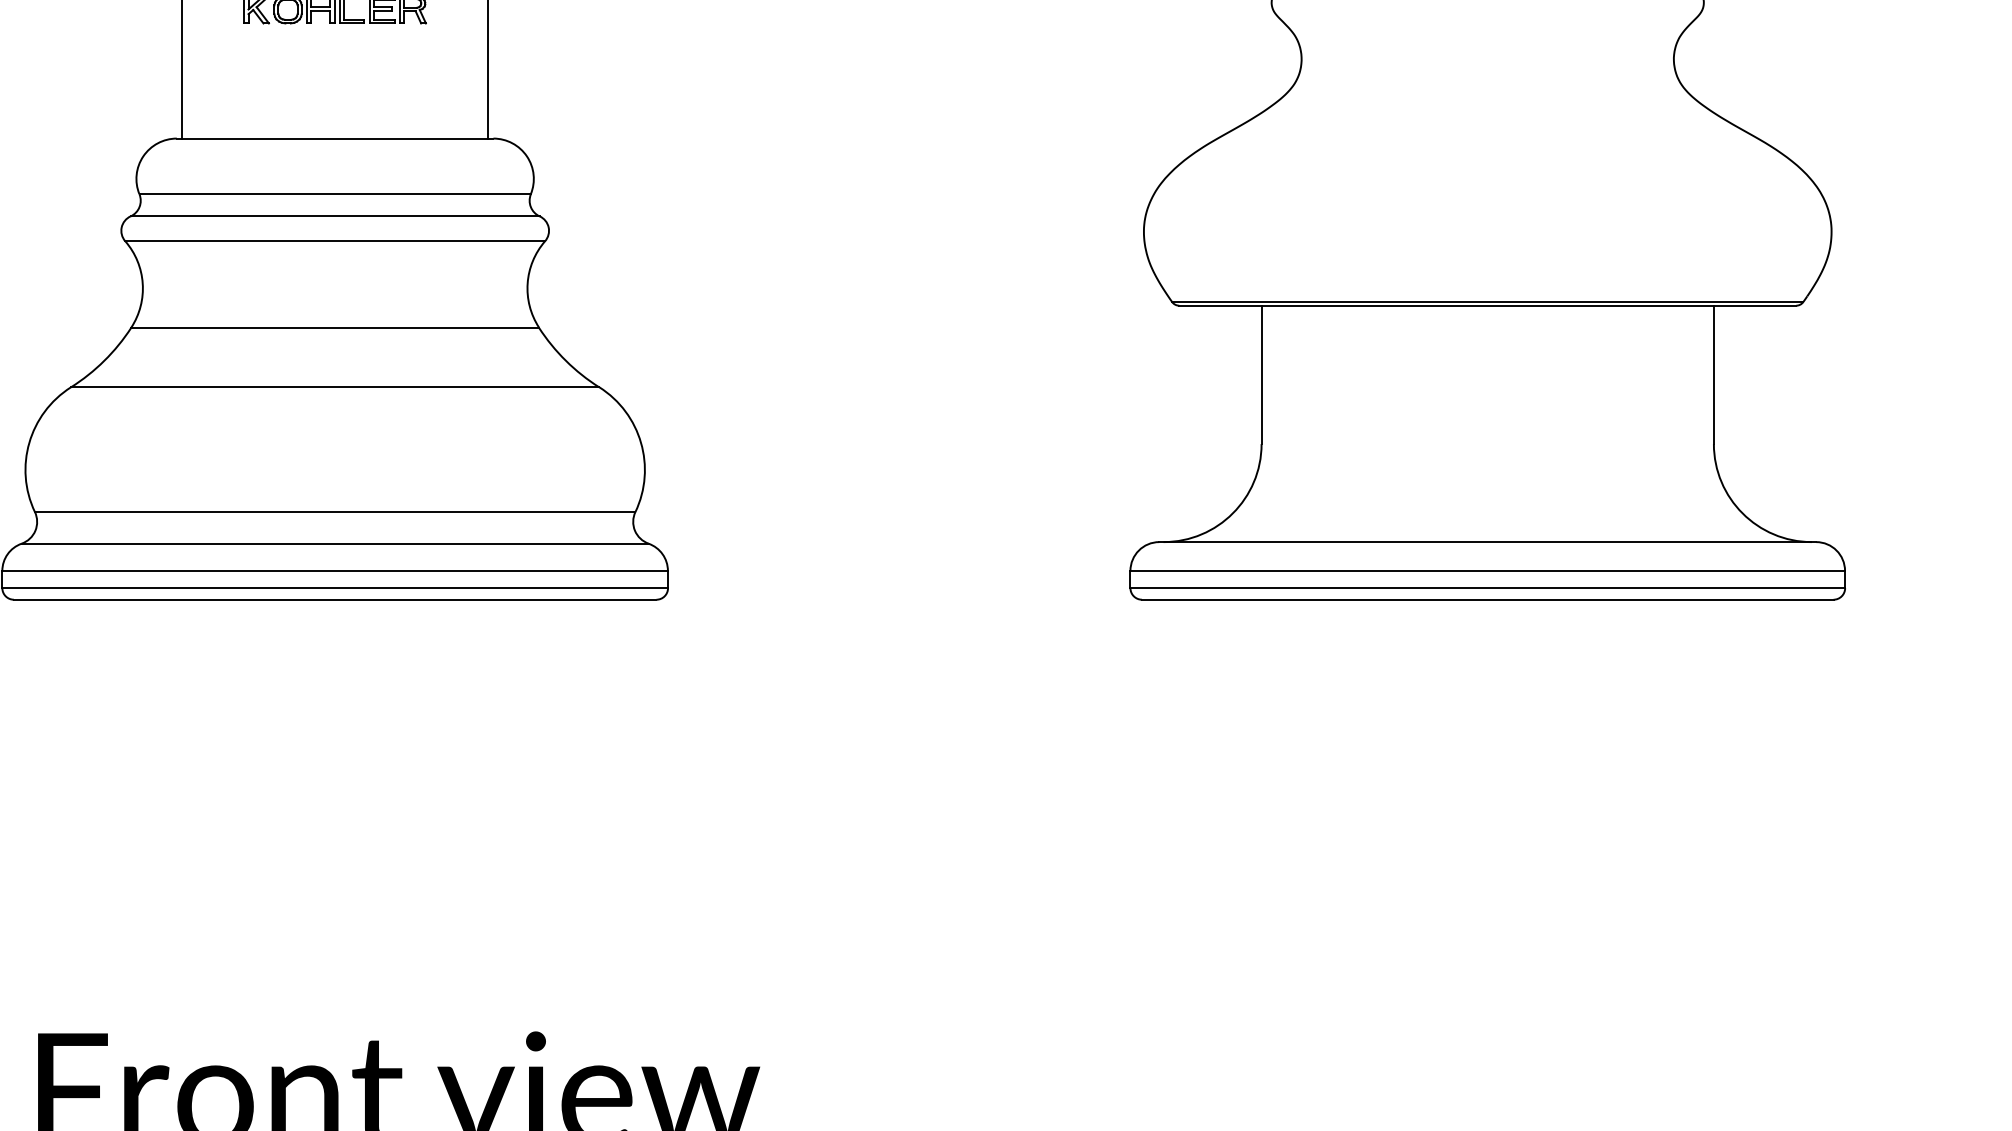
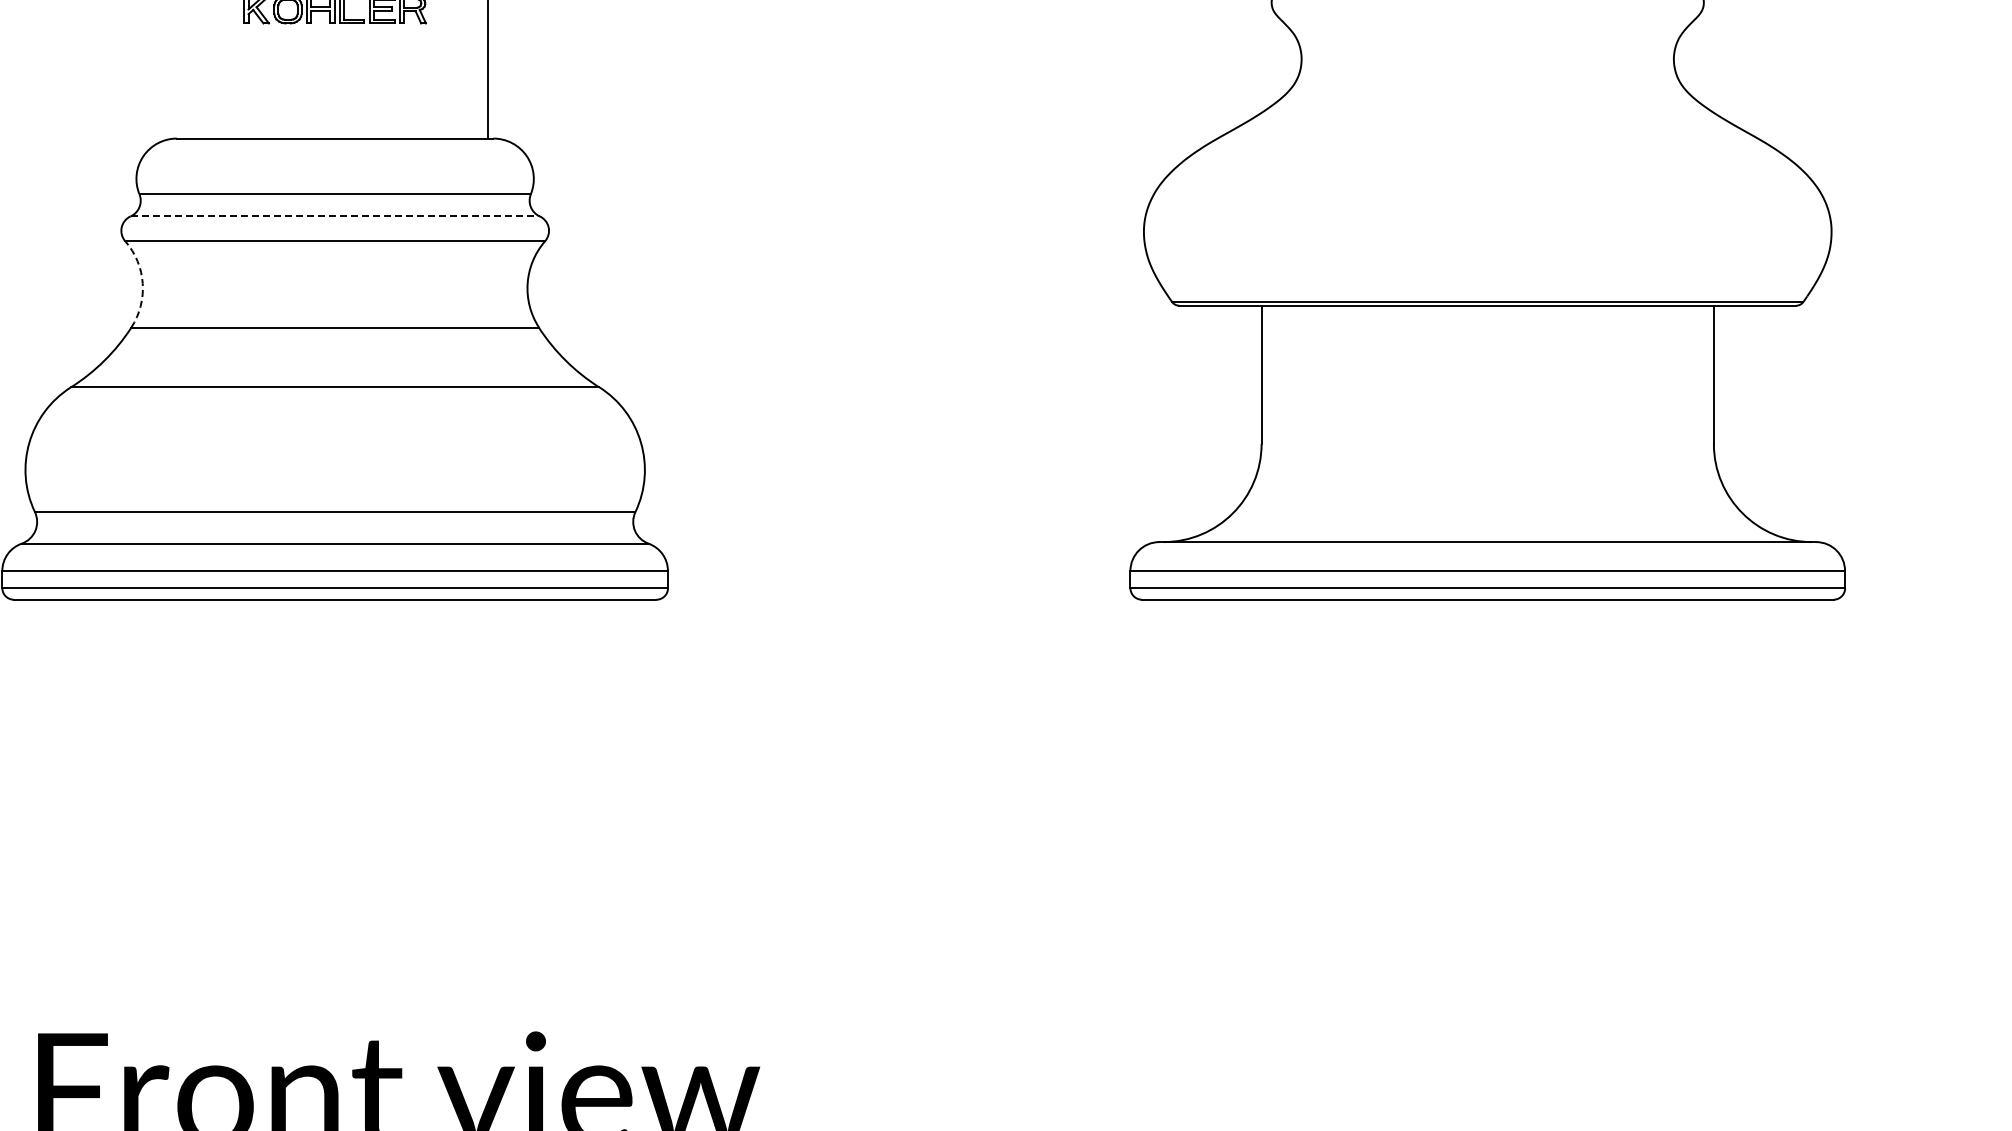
line at (182, 70): present -> none
line at (335, 216): solid -> dashed
arc at (142, 283): solid -> dashed
